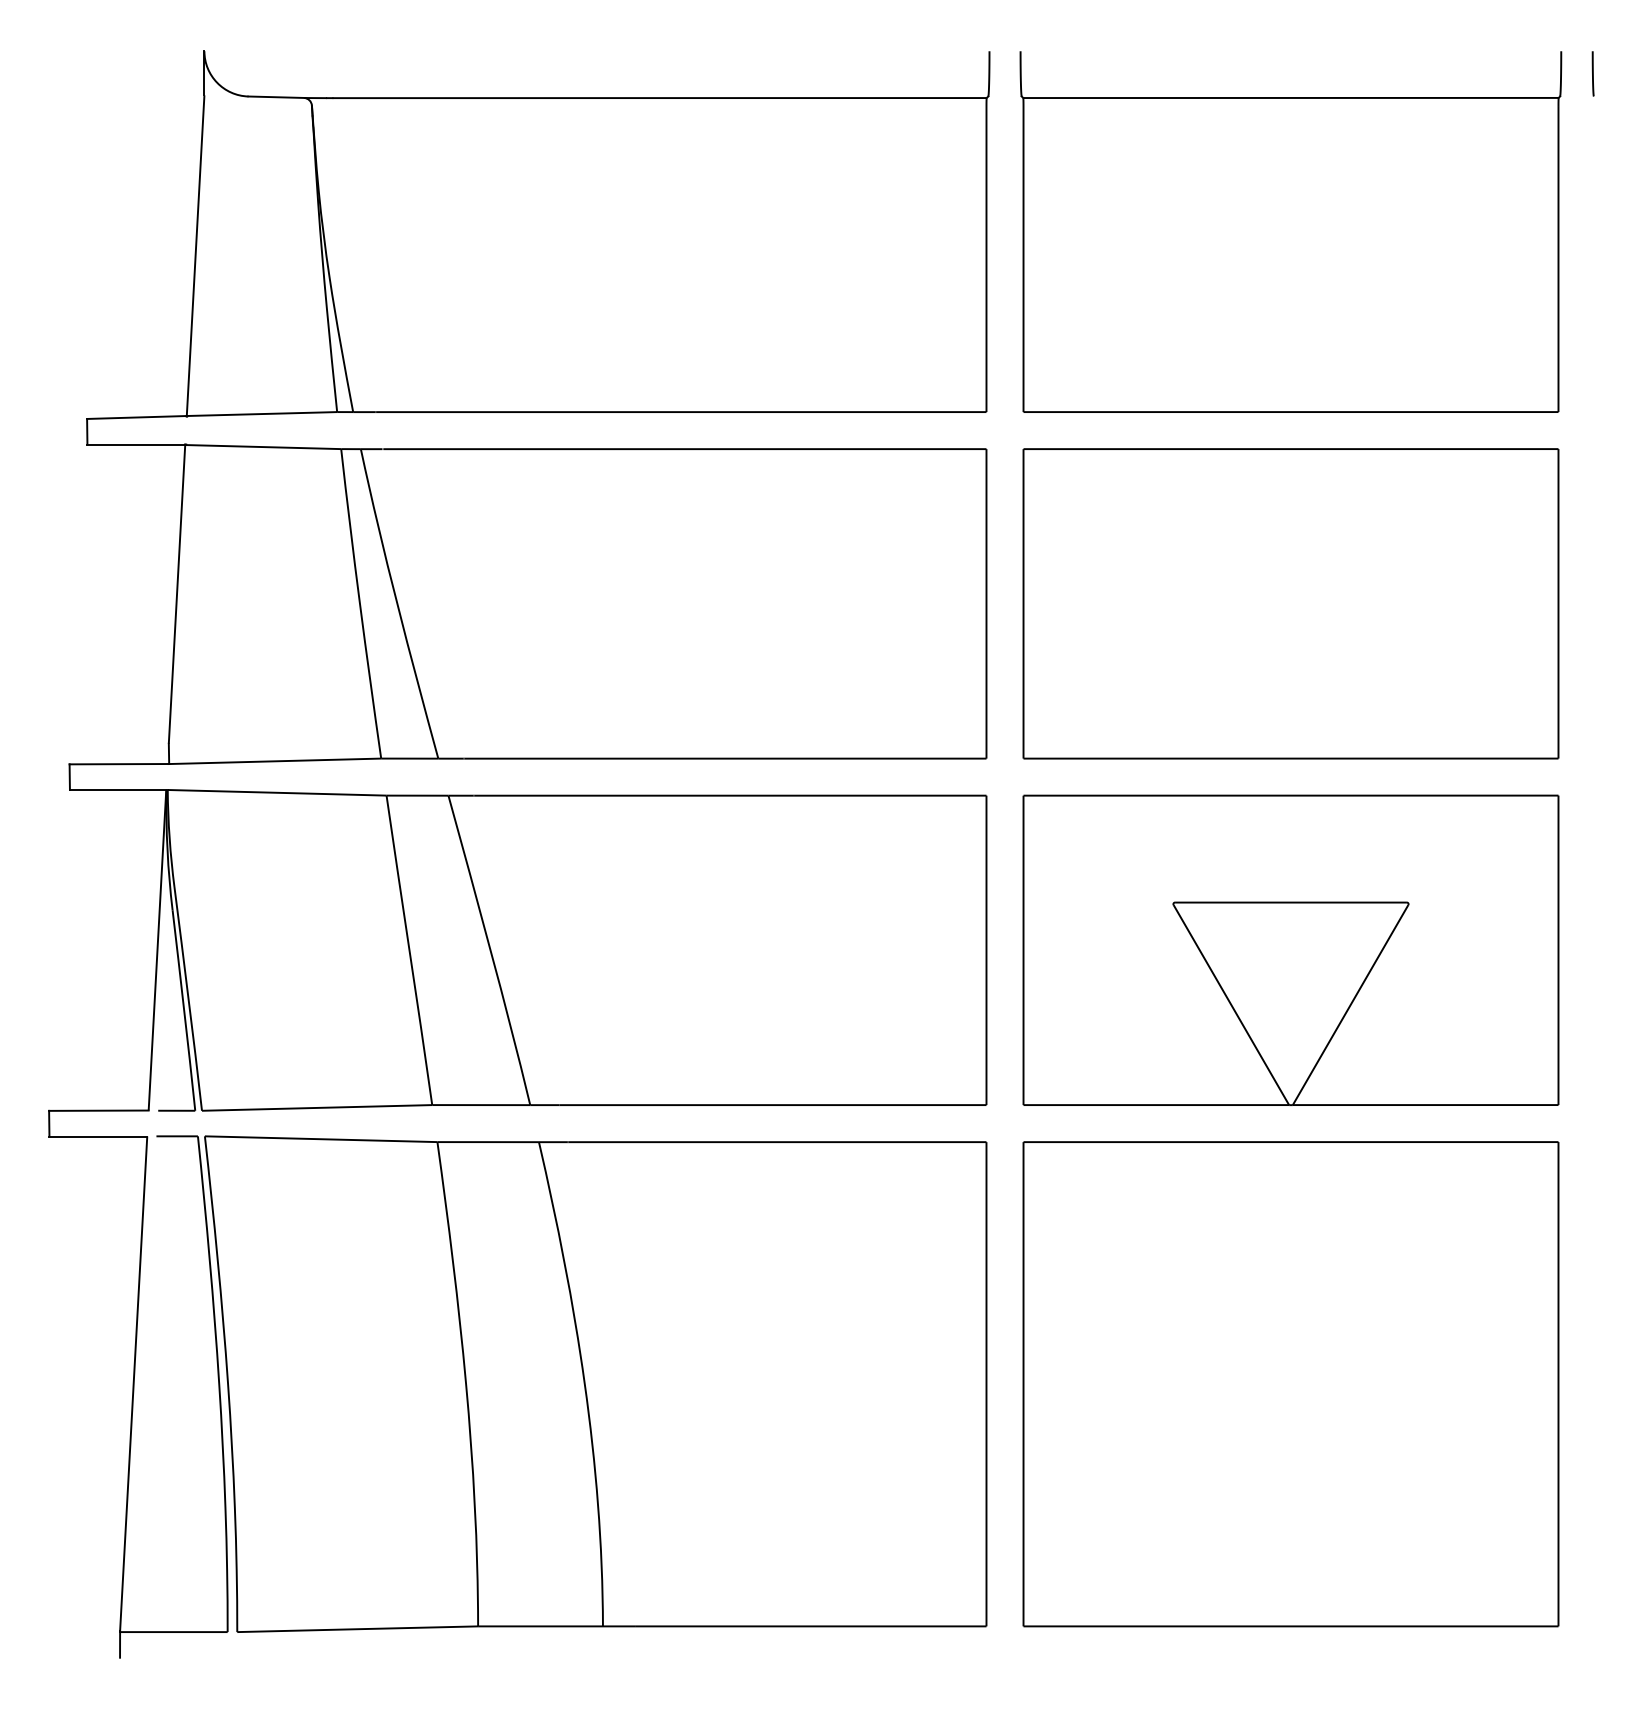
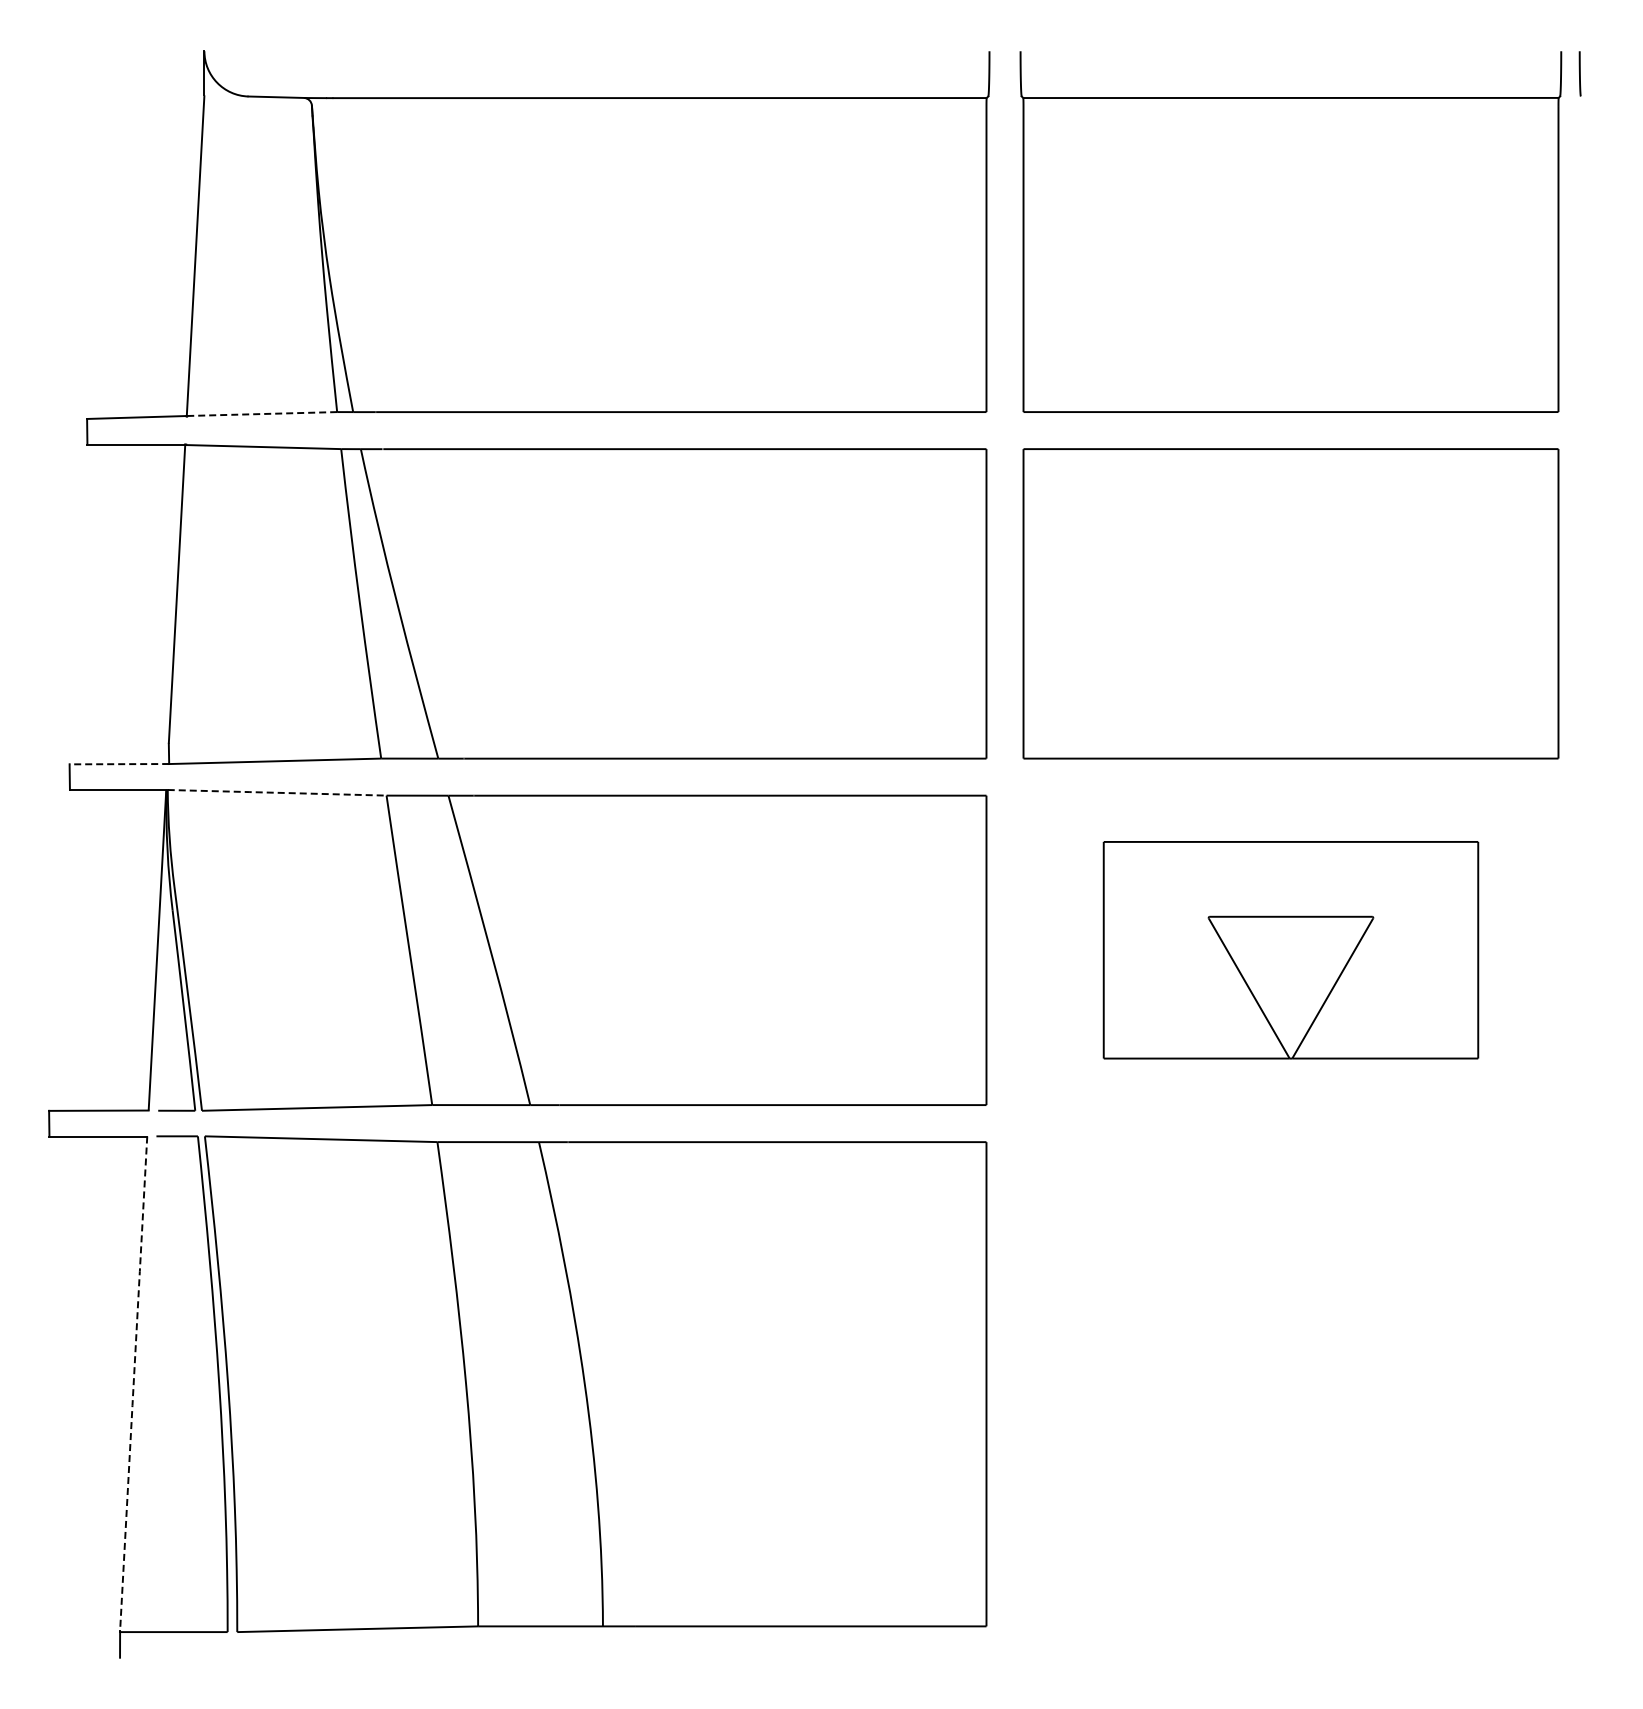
line at (1592, 73) position: (1592, 73) -> (1579, 73)
line at (261, 414): solid -> dashed
line at (119, 764): solid -> dashed
line at (276, 792): solid -> dashed
part at (1290, 949) size: 538x312 px -> 378x219 px
line at (133, 1383): solid -> dashed
part at (1290, 1384): present -> none
